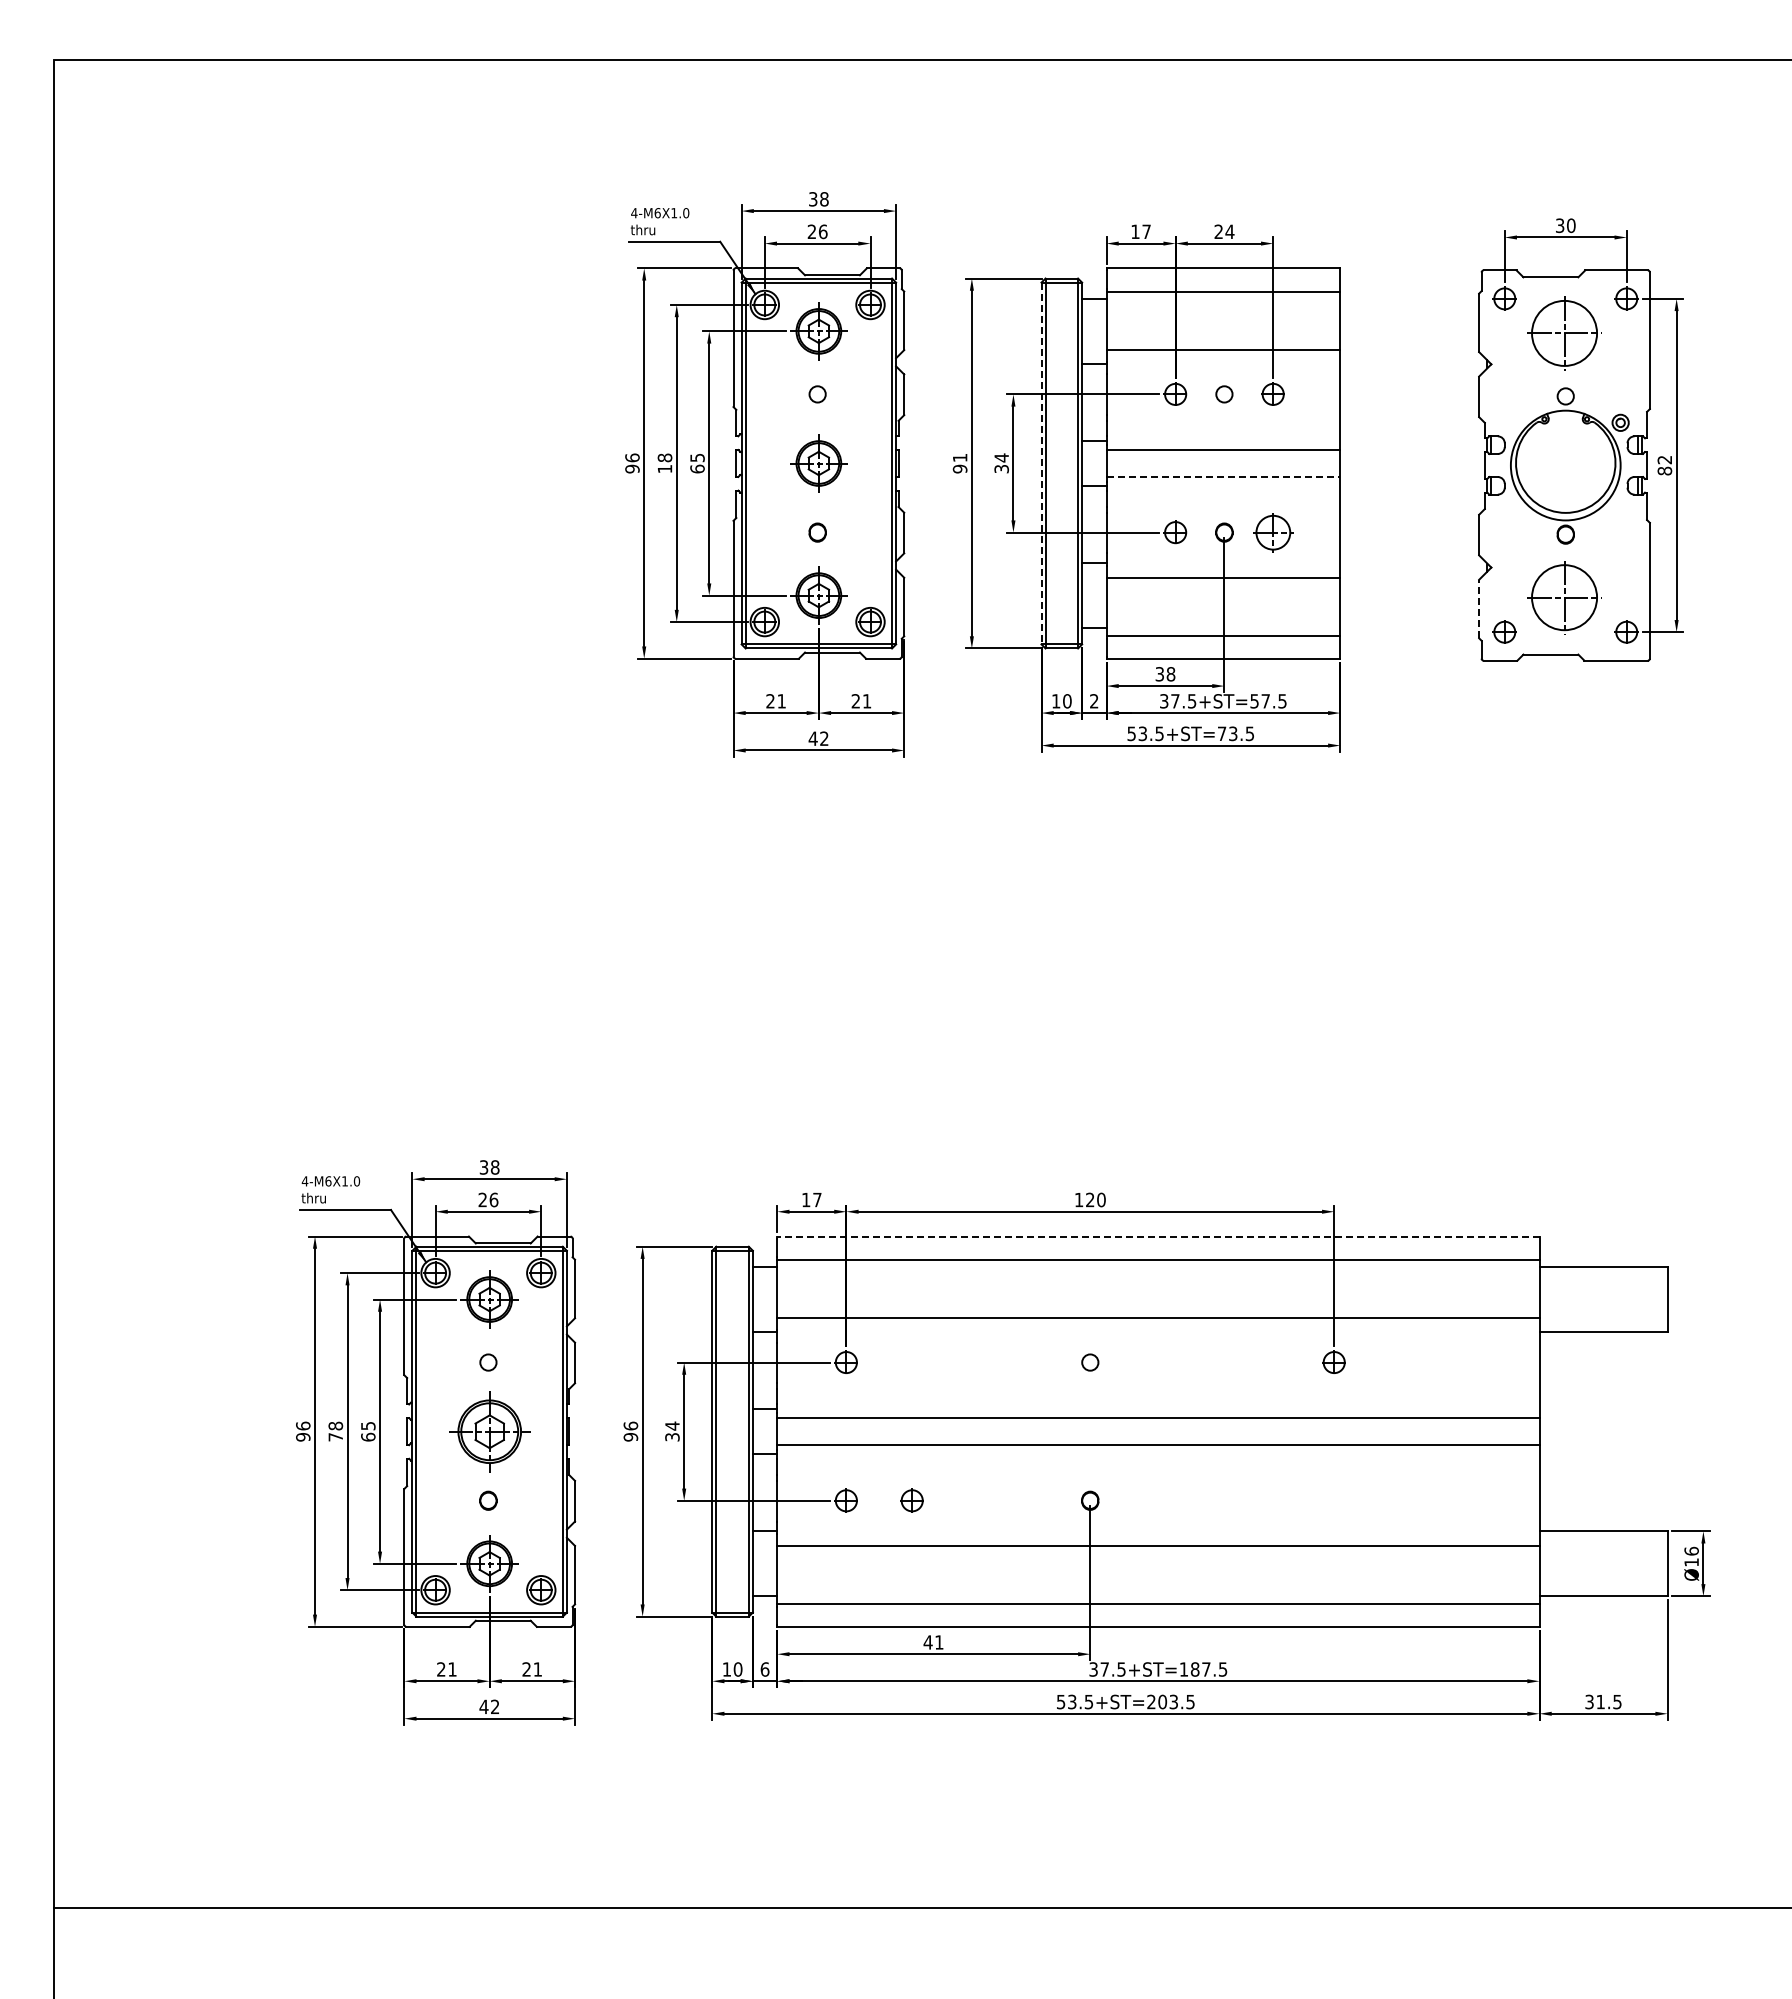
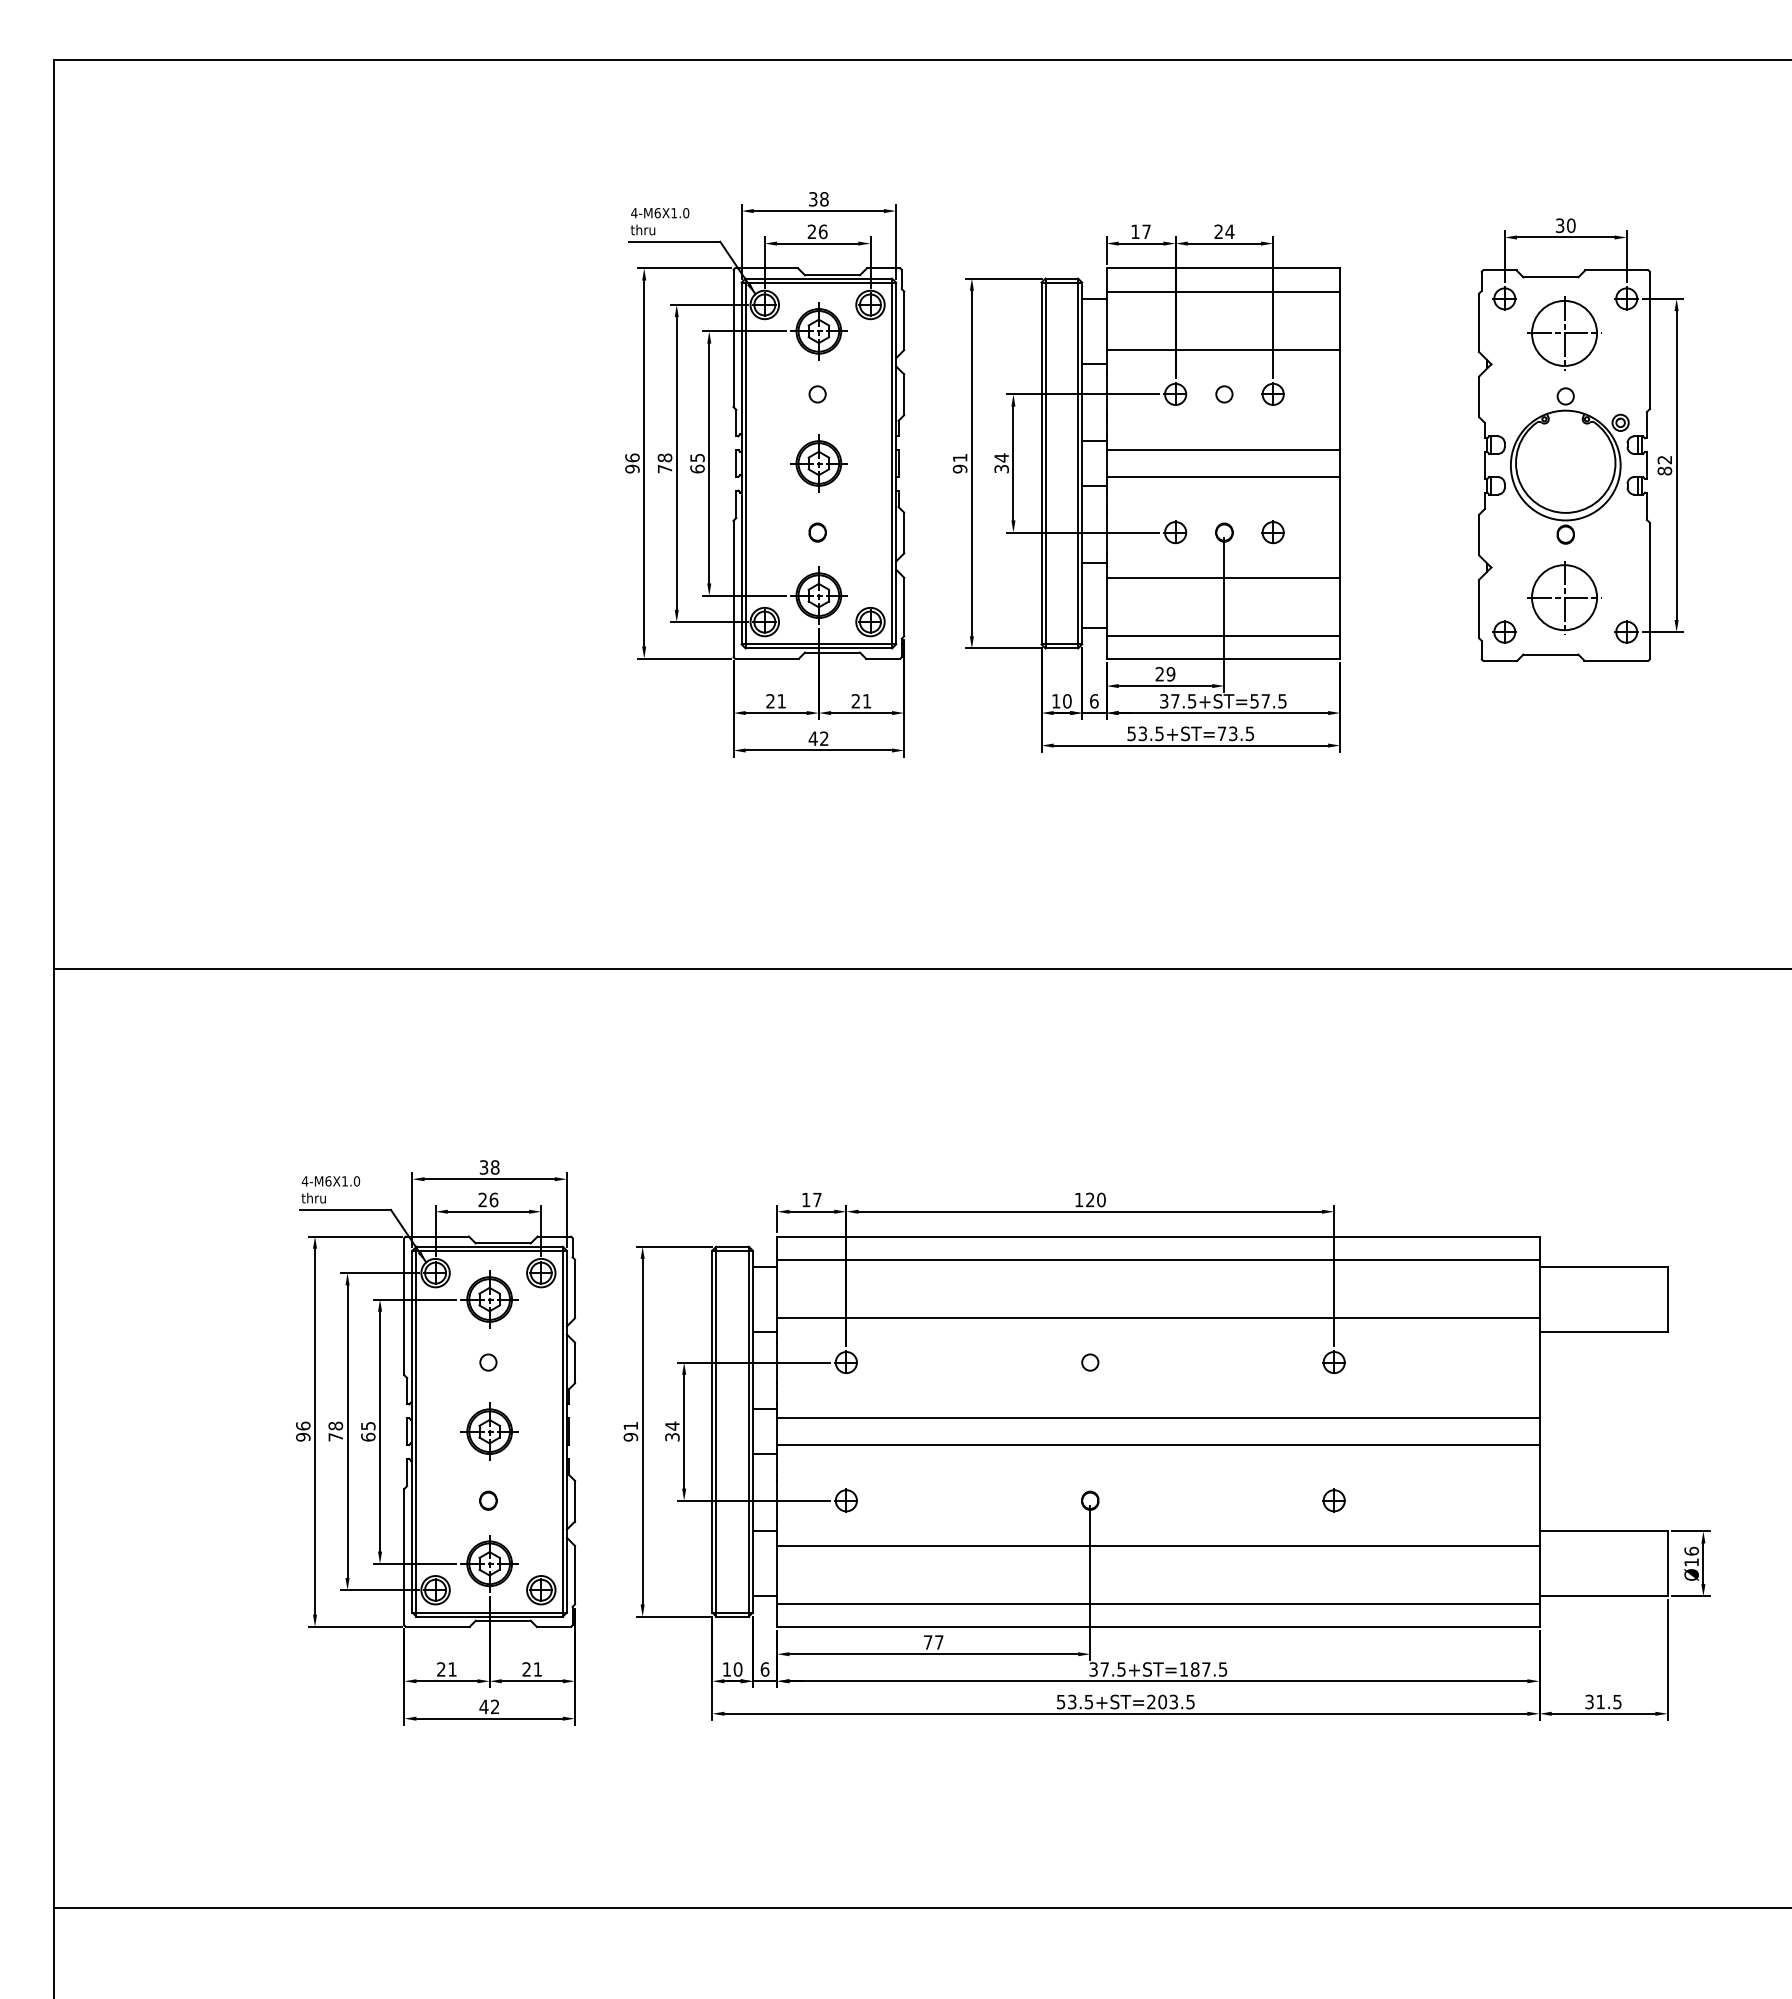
line at (1041, 463): dashed -> solid
text at (665, 469): 18 -> 78
line at (1223, 476): dashed -> solid
part at (1273, 532) size: 41x40 px -> 24x25 px
line at (1479, 608): dashed -> solid
text at (1165, 674): 38 -> 29
text at (1094, 701): 2 -> 6
line at (920, 968): none -> present
line at (1157, 1236): dashed -> solid
text at (630, 1425): 96 -> 91
part at (489, 1431) size: 82x82 px -> 59x59 px
part at (911, 1500) position: (911, 1500) -> (1333, 1500)
text at (933, 1642): 41 -> 77
